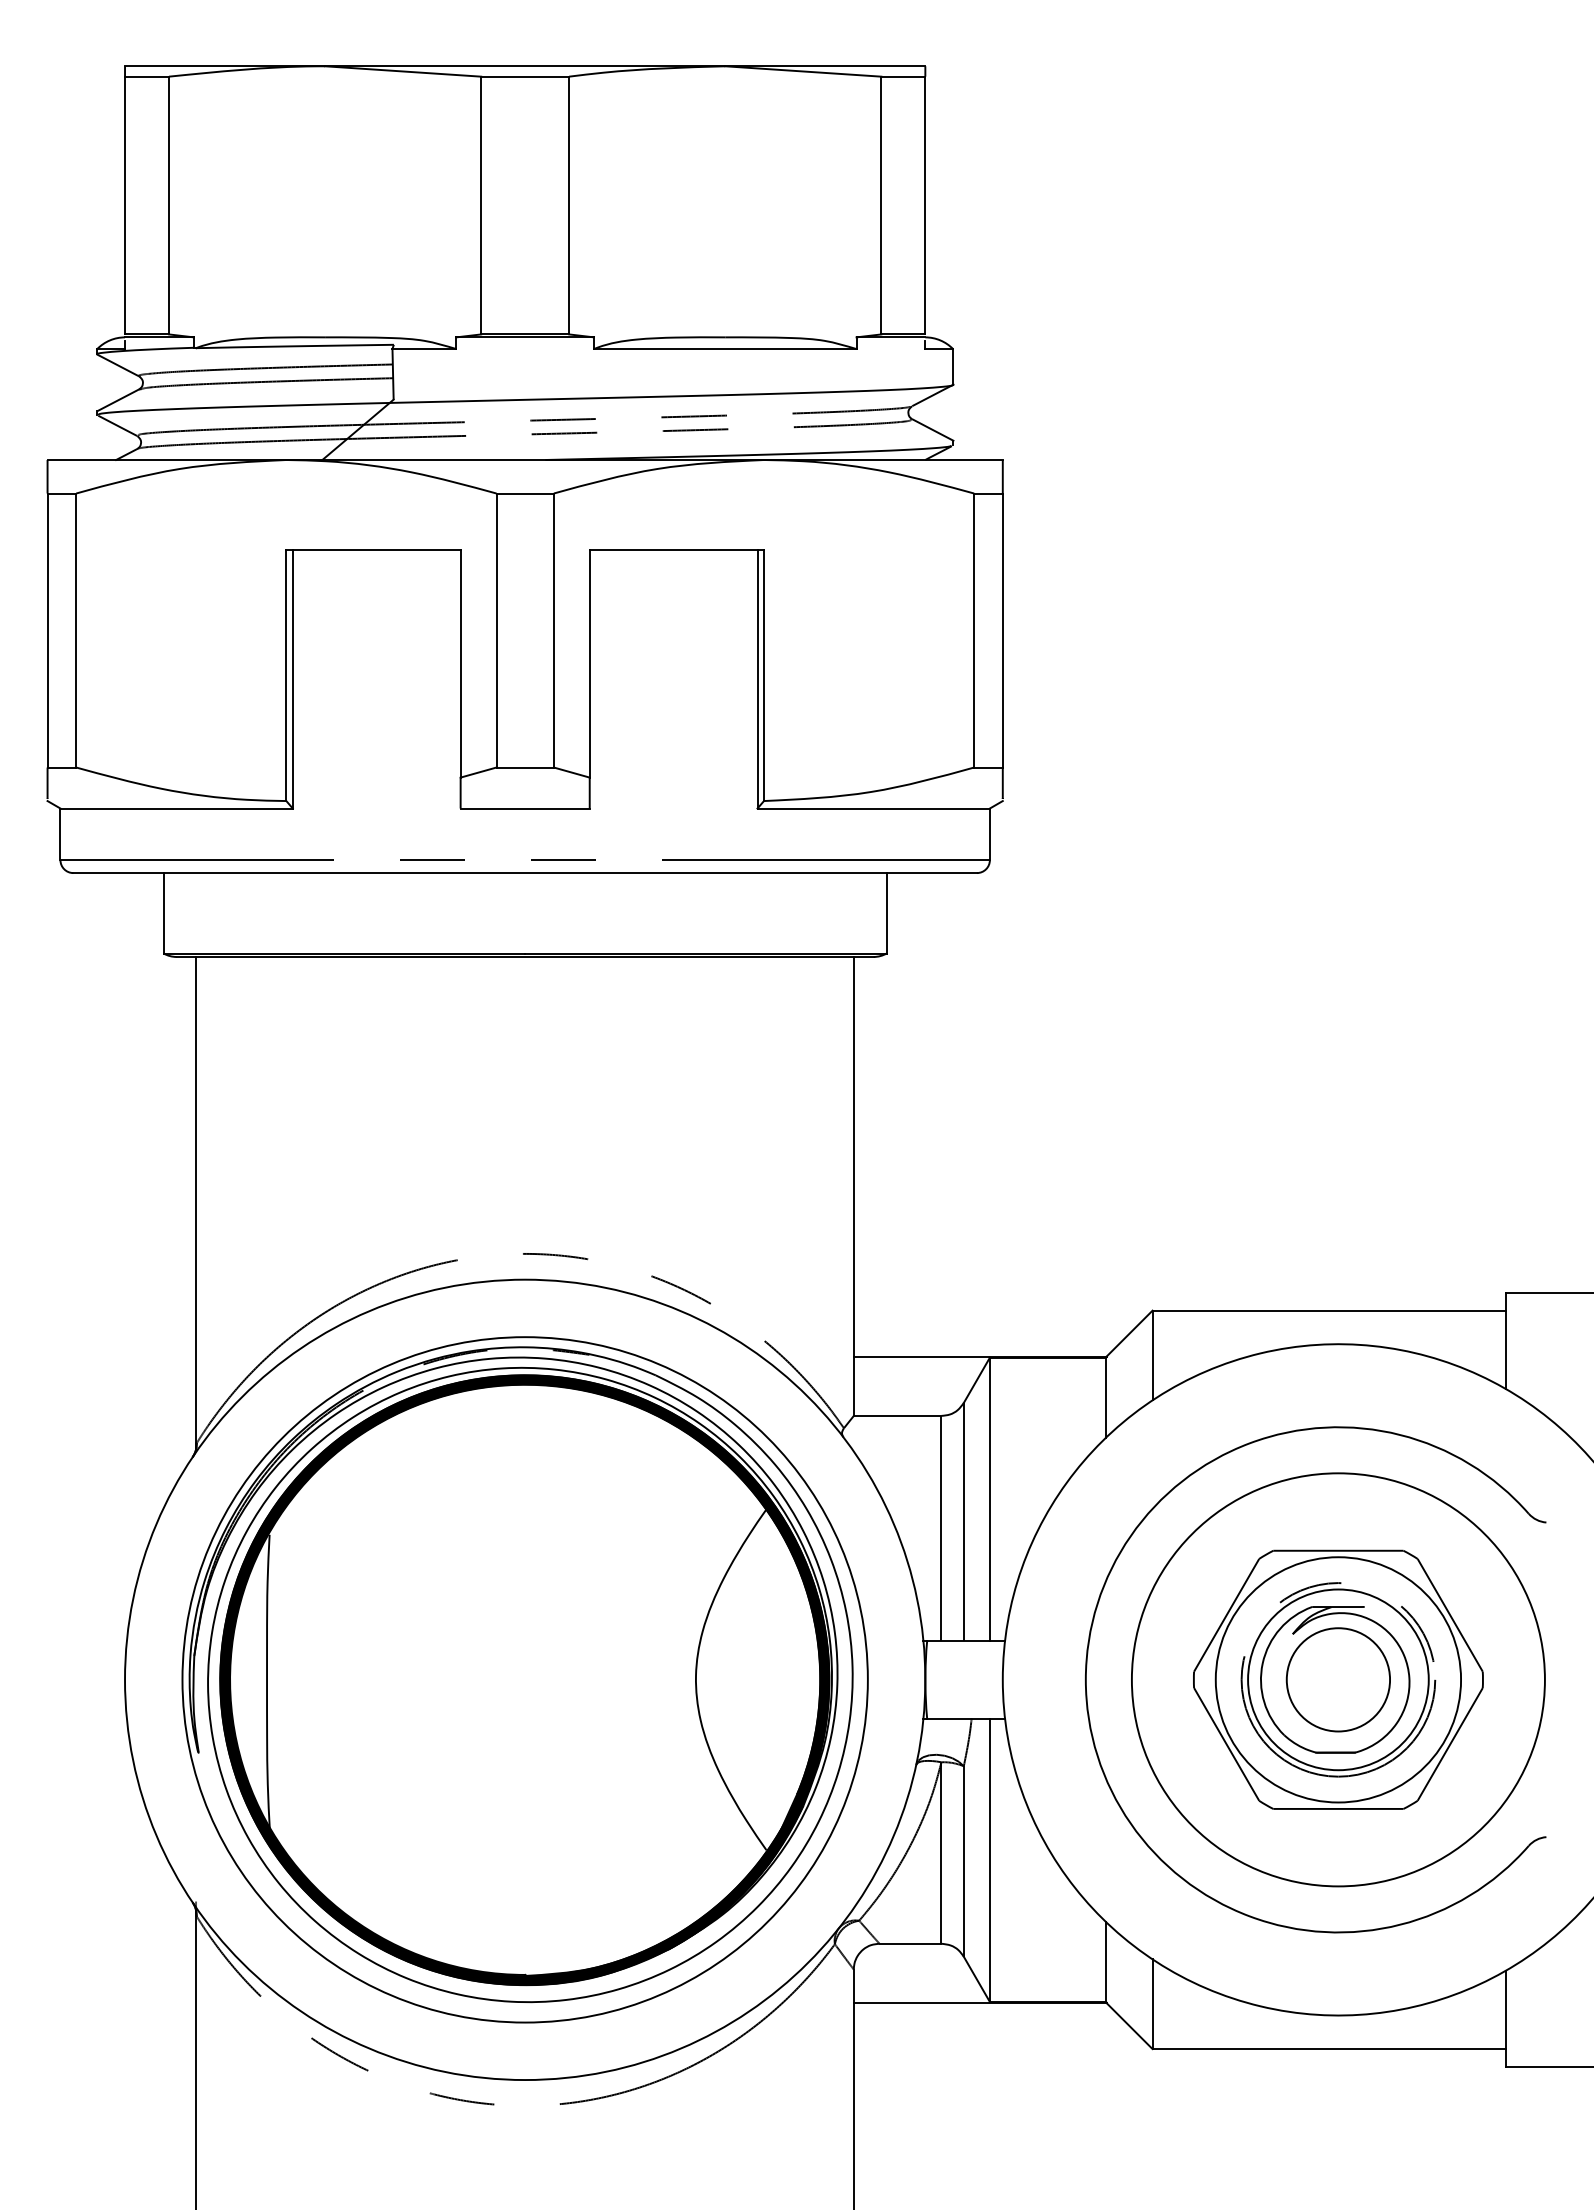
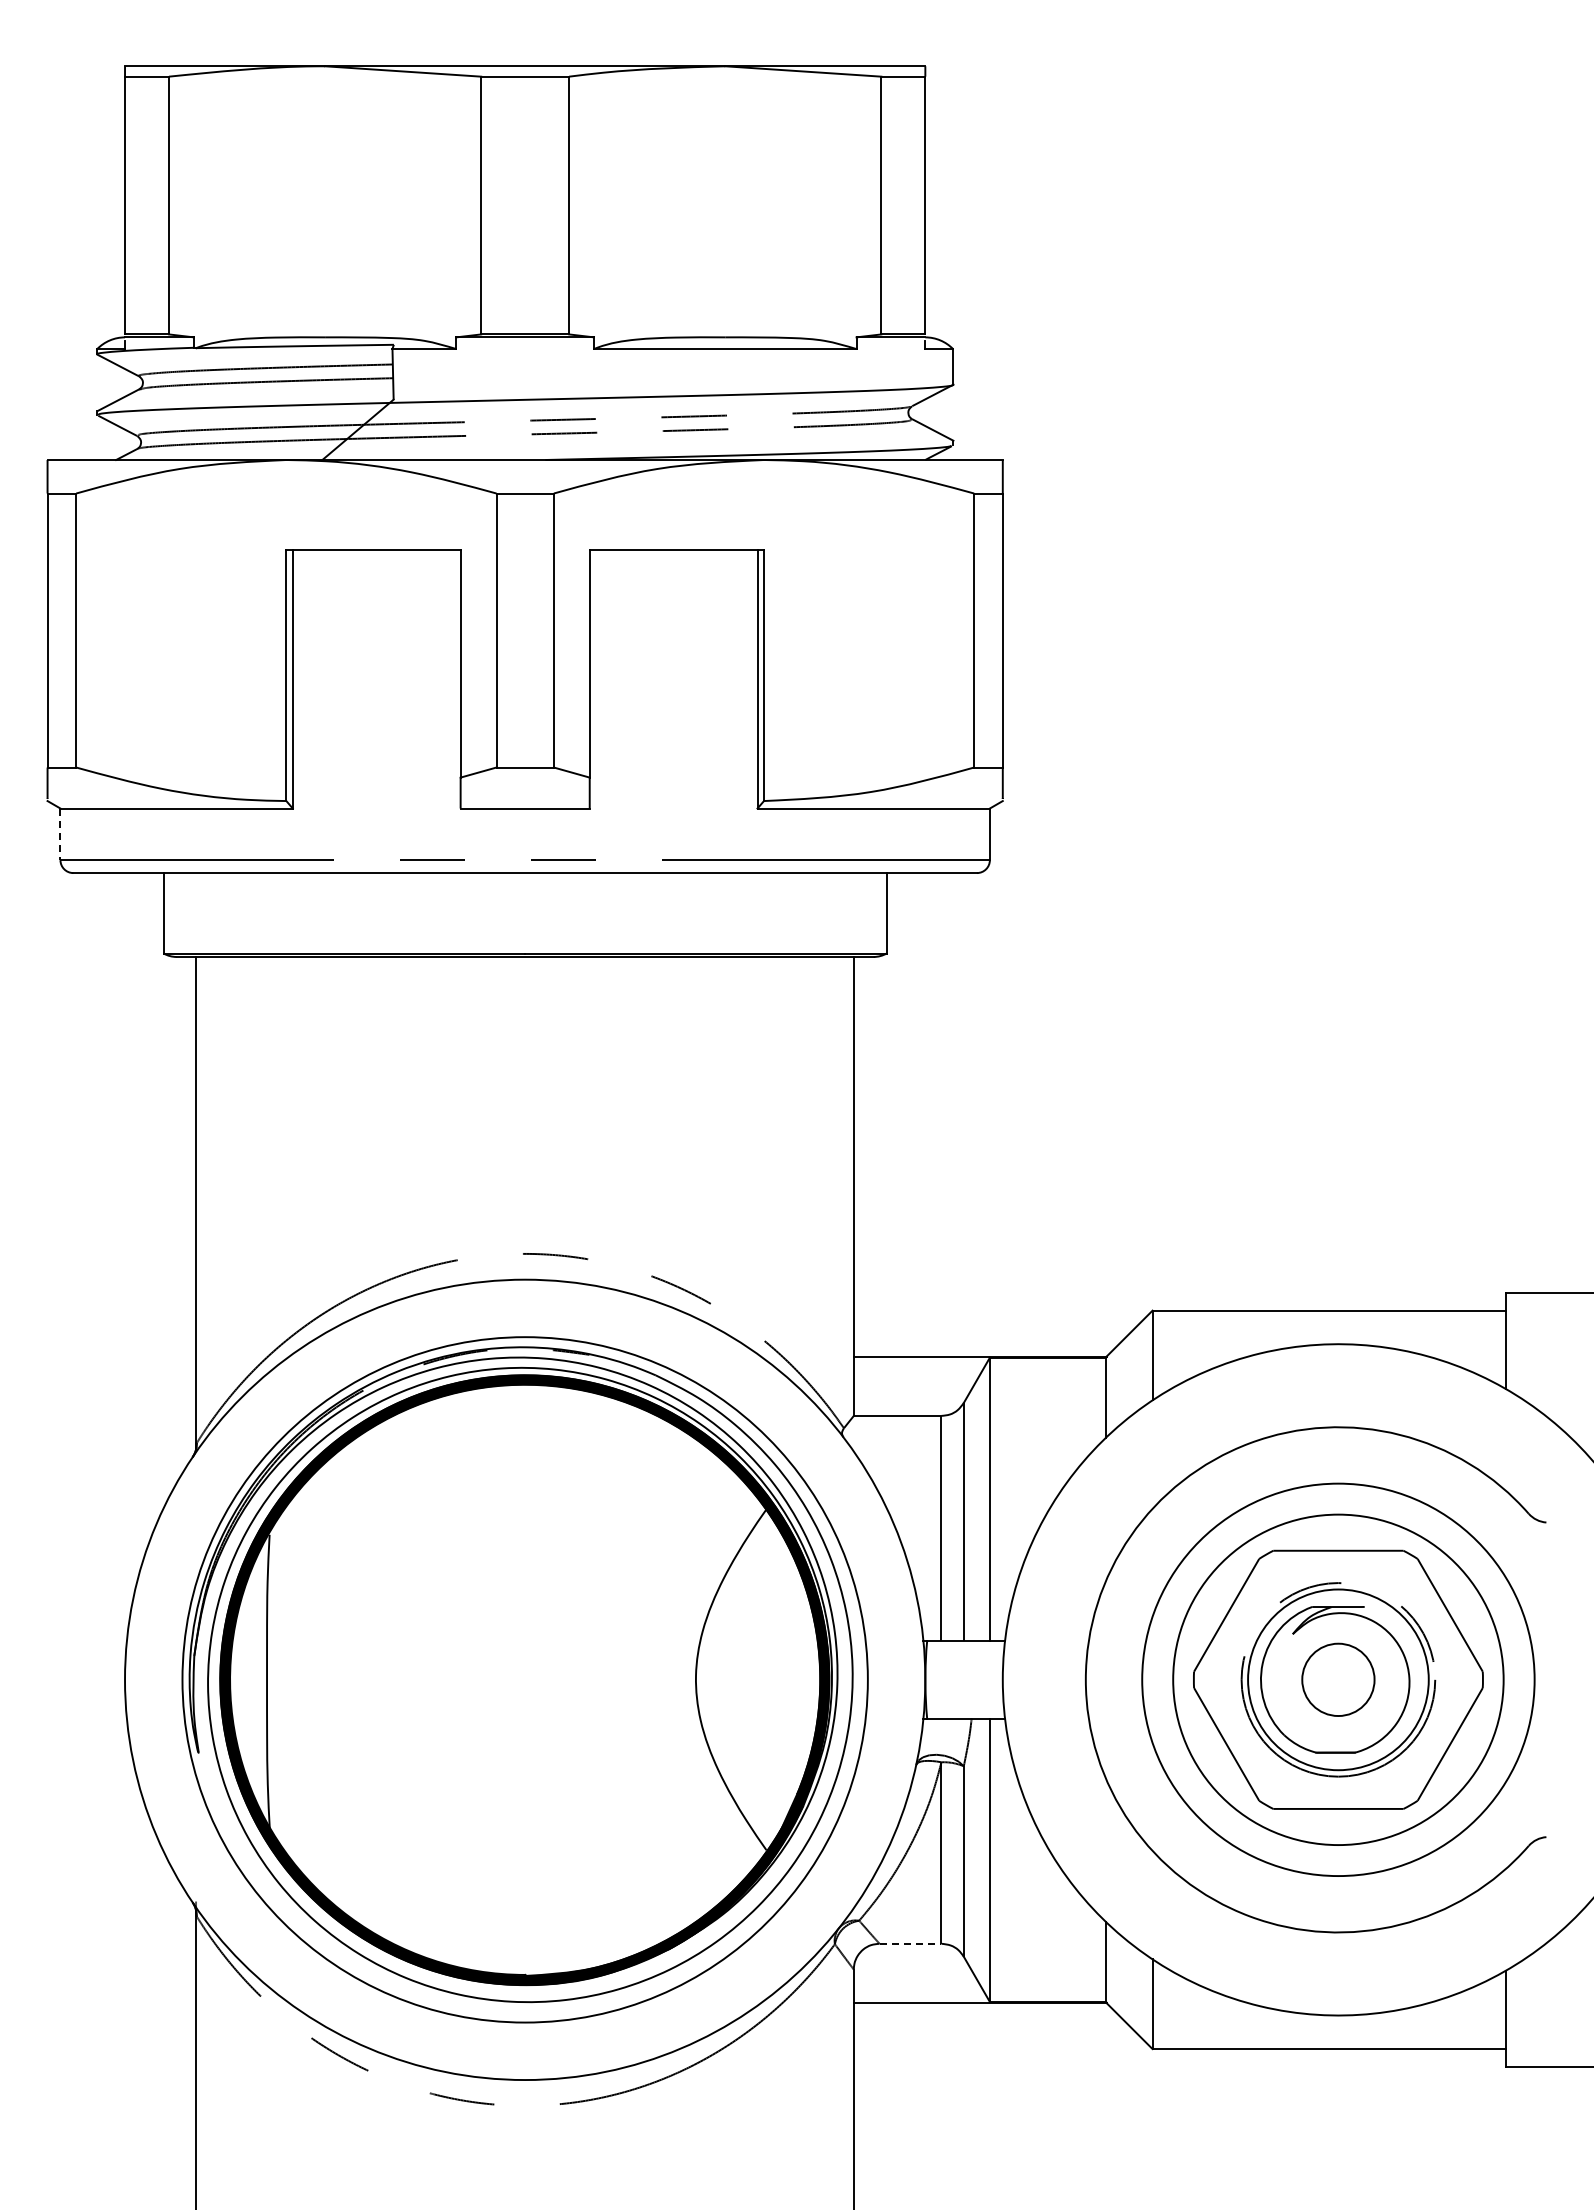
line at (60, 834): solid -> dashed
circle at (1337, 1679) diameter: 413 px -> 330 px
circle at (1338, 1679) diameter: 103 px -> 72 px
circle at (1338, 1679) diameter: 245 px -> 392 px
line at (910, 1943): solid -> dashed
